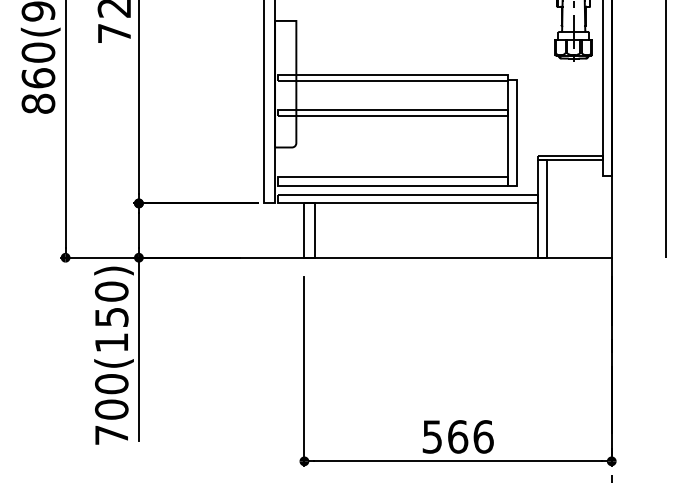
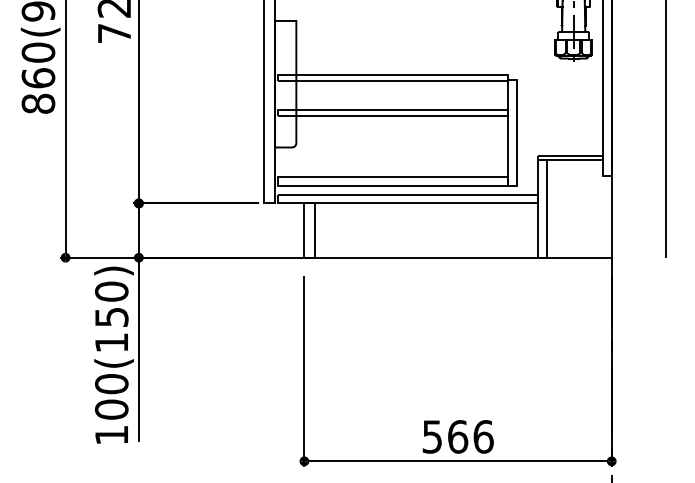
text at (111, 434): 700(150) -> 100(150)
